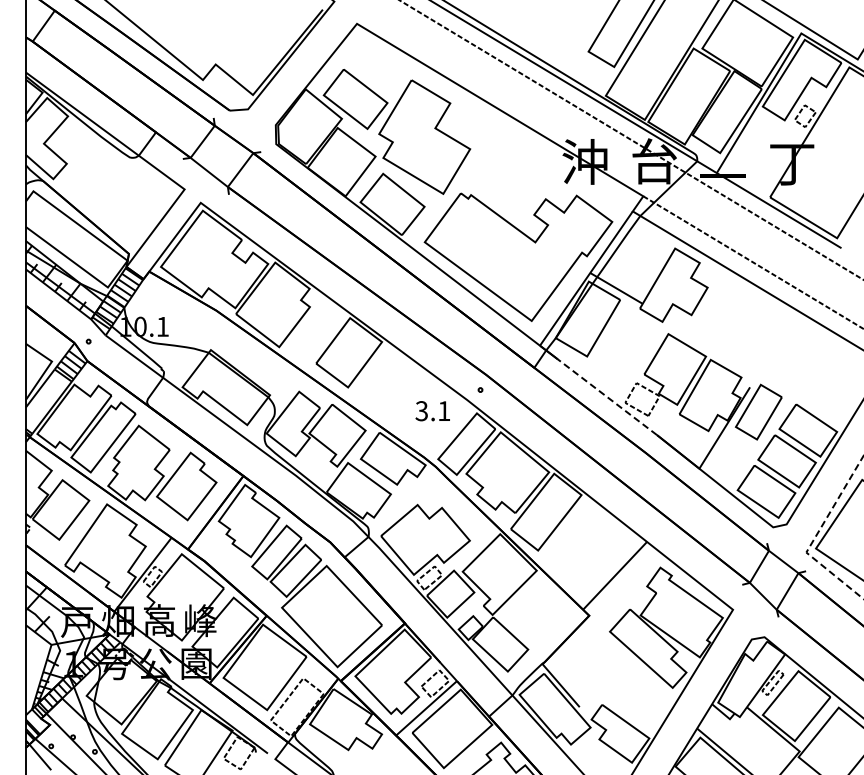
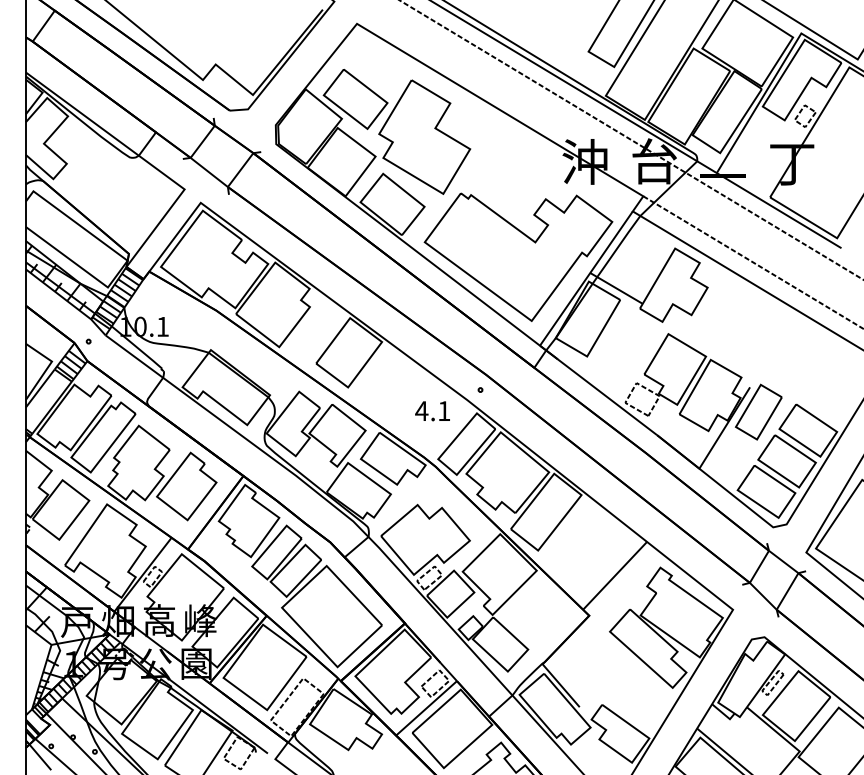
line at (607, 396): dashed -> solid
text at (421, 411): 3.1 -> 4.1
line at (816, 536): dashed -> solid
